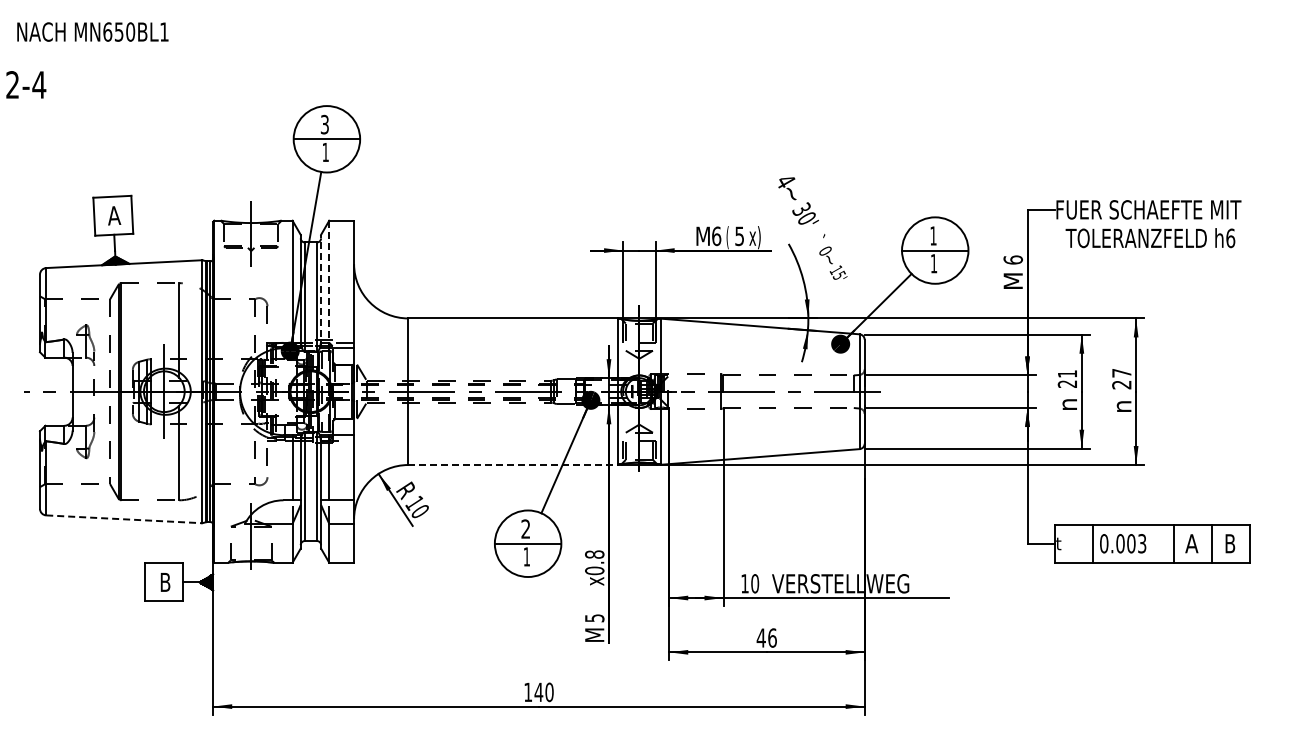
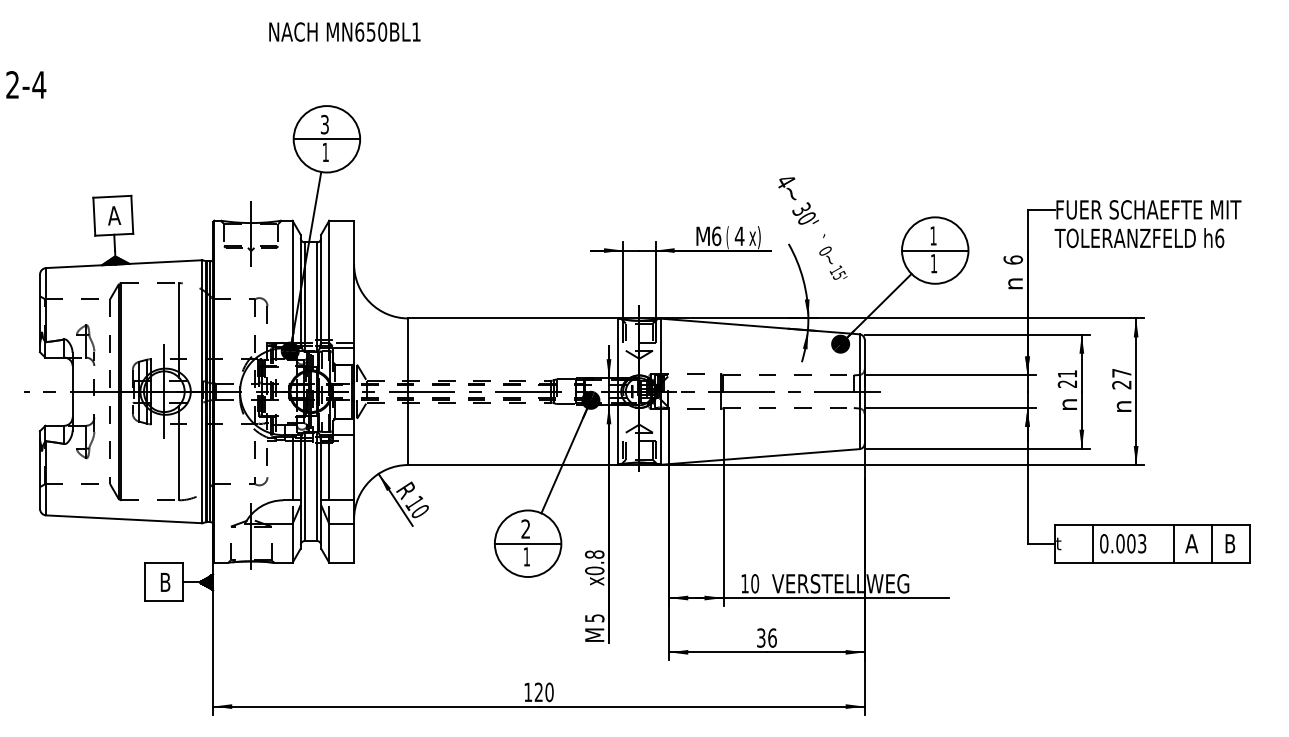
text at (92, 31) position: (92, 31) -> (344, 31)
text at (739, 236): 5 -> 4
text at (1150, 238) position: (1150, 238) -> (1139, 238)
text at (1012, 281): M -> n
line at (329, 284): dashed -> solid
line at (321, 291): dashed -> solid
line at (513, 465): dashed -> solid
line at (124, 519): dashed -> solid
text at (760, 637): 46 -> 36
text at (538, 691): 140 -> 120
